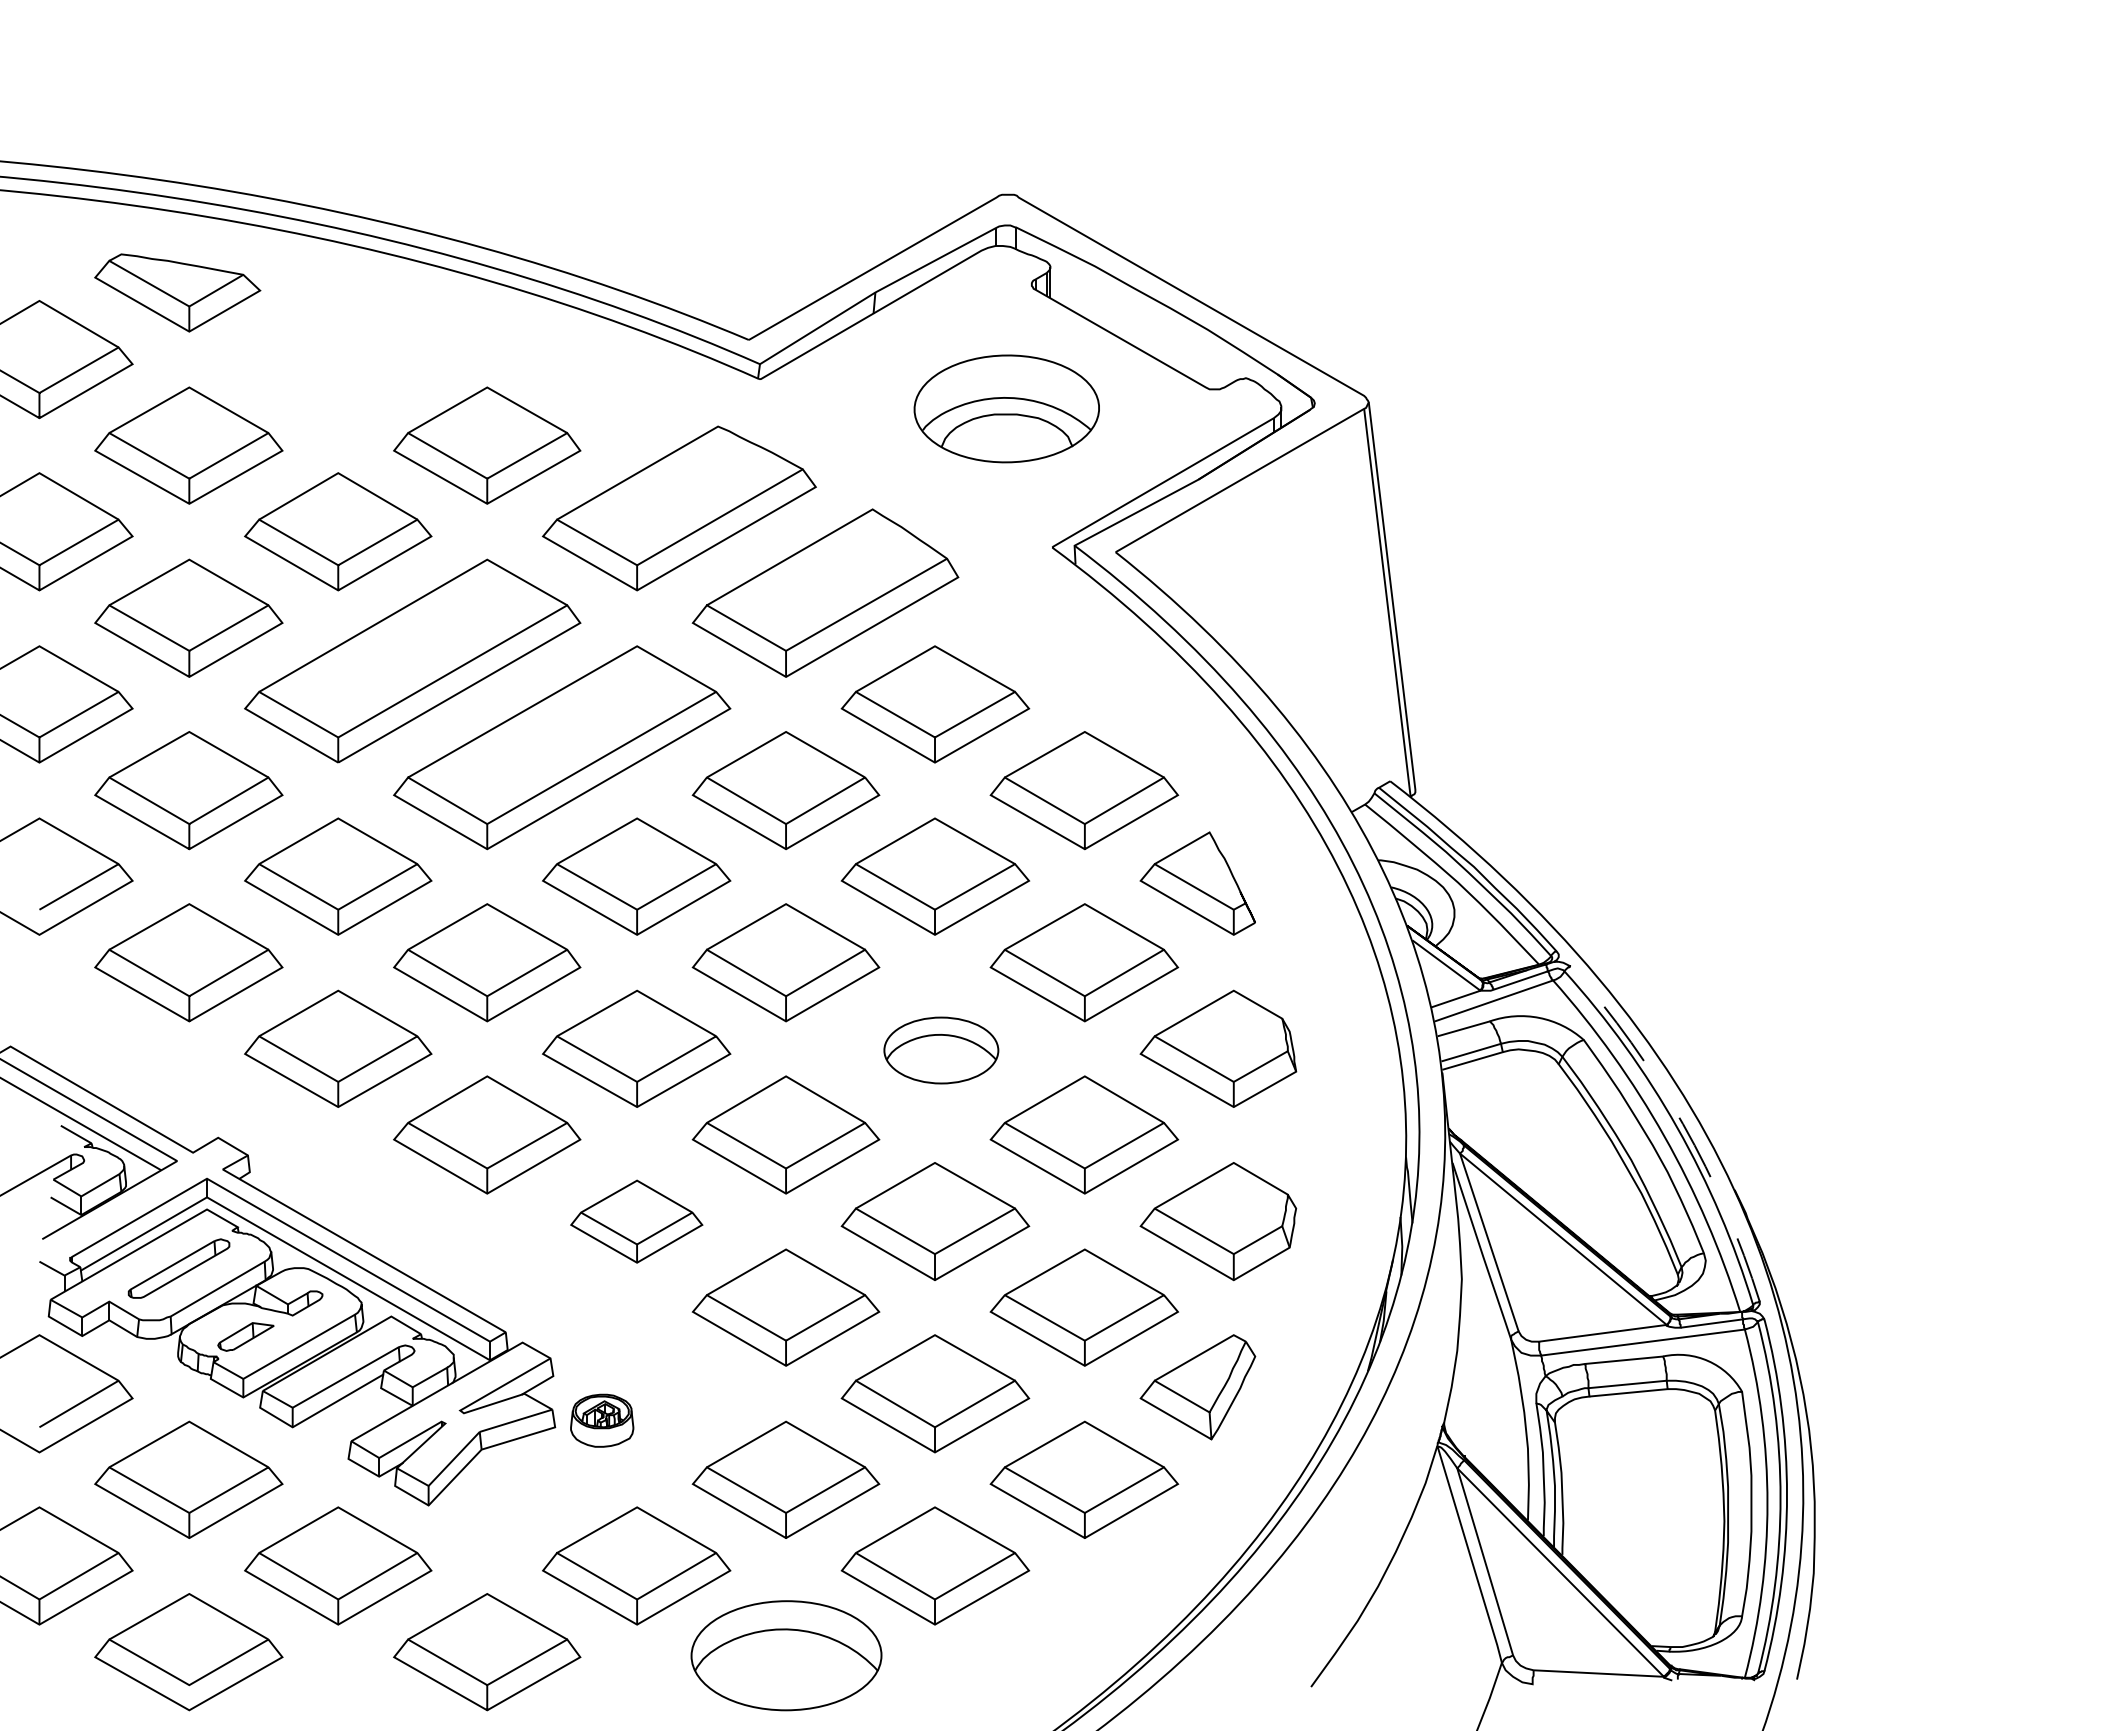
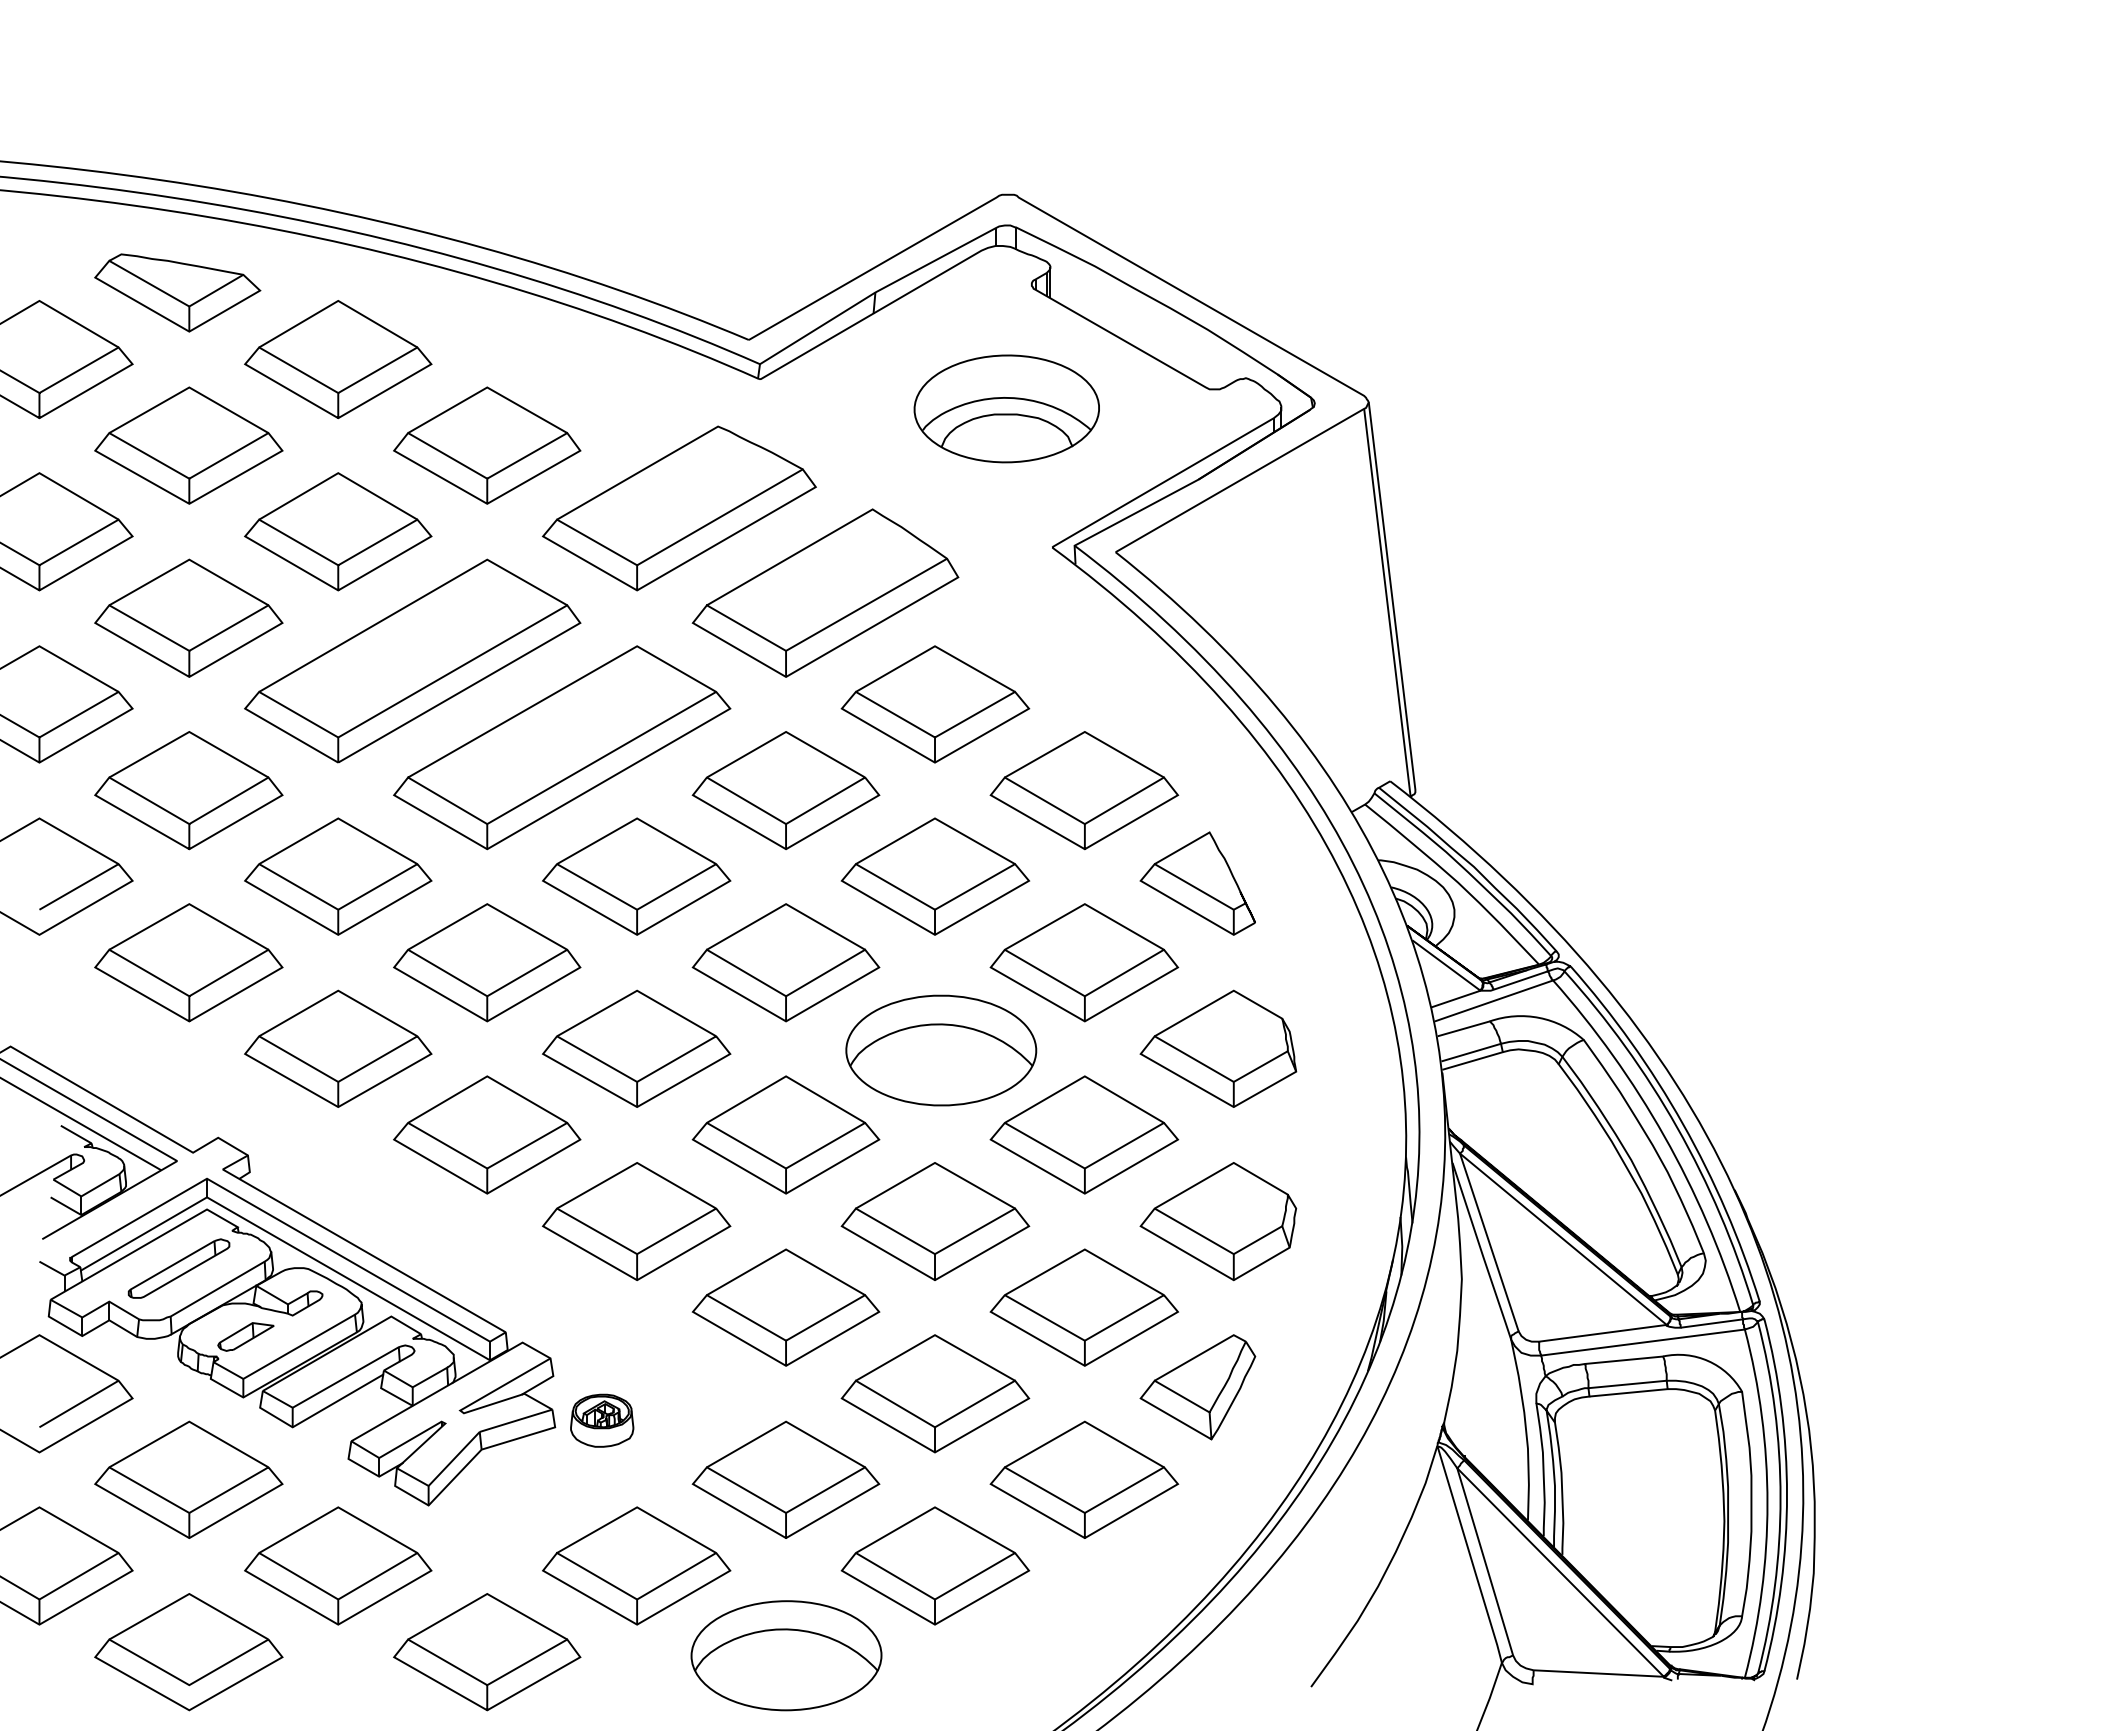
part at (338, 359): none -> present
part at (941, 1050) size: 117x69 px -> 193x113 px
arc at (1683, 1124): dashed -> solid
part at (636, 1221) size: 134x85 px -> 190x120 px
